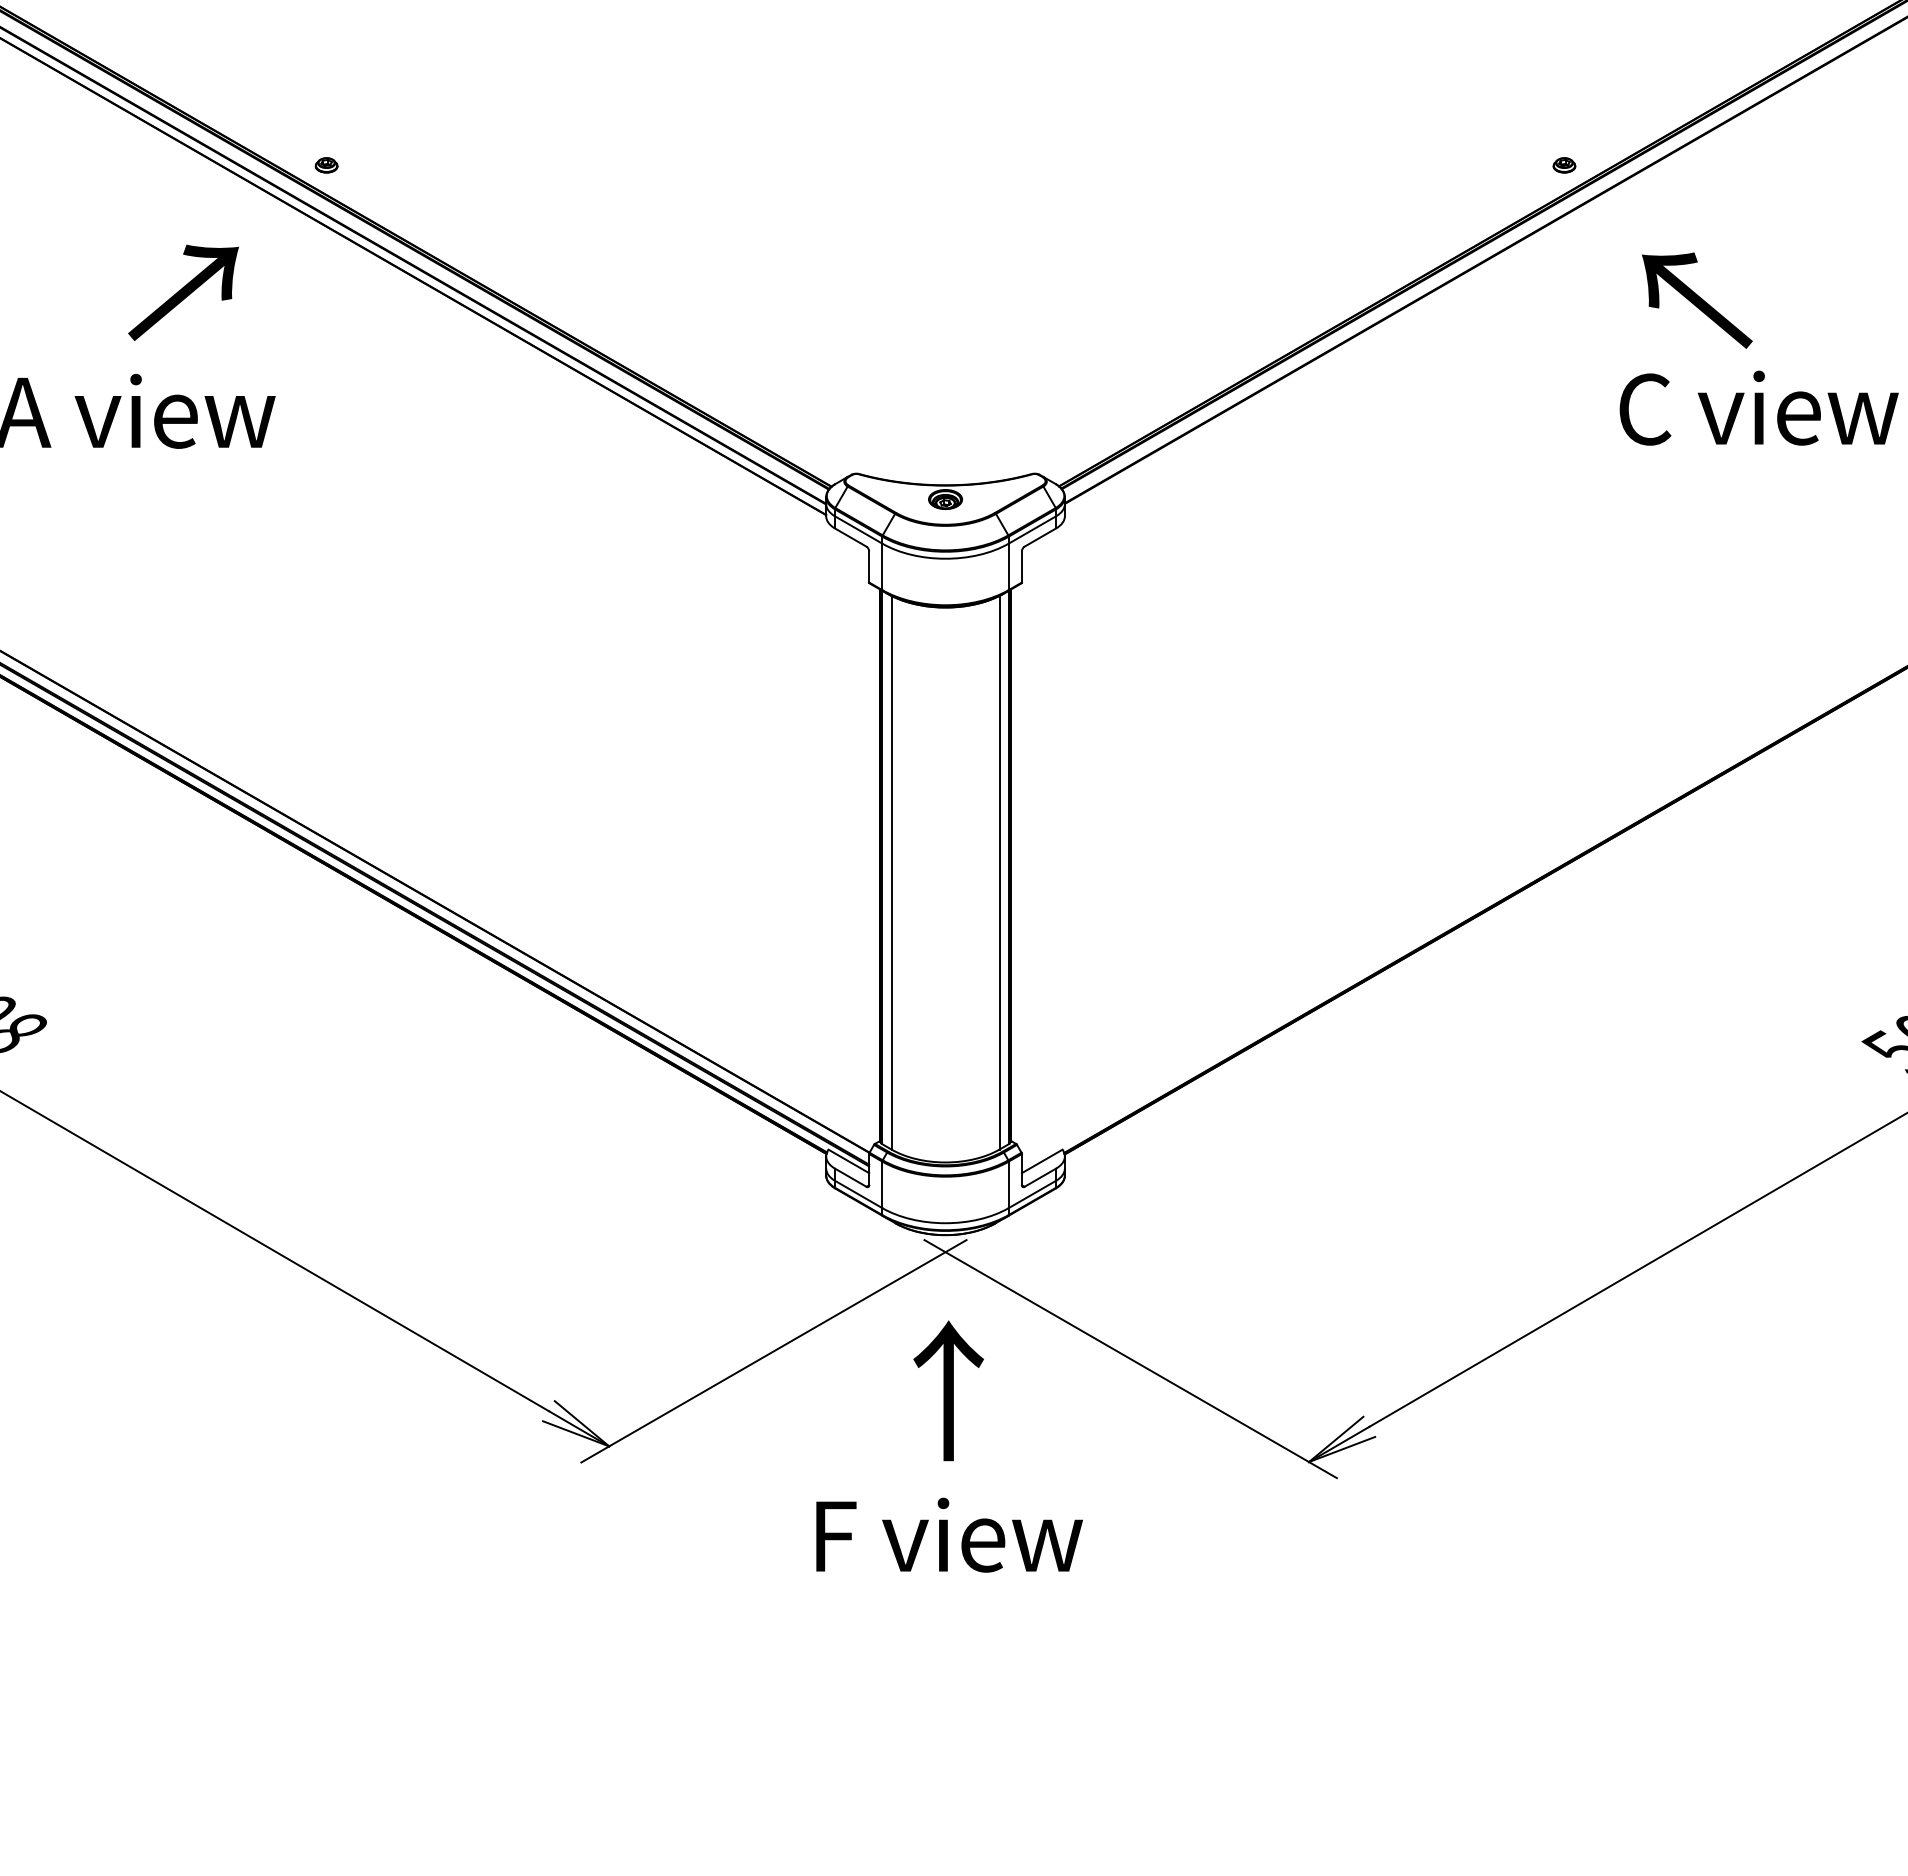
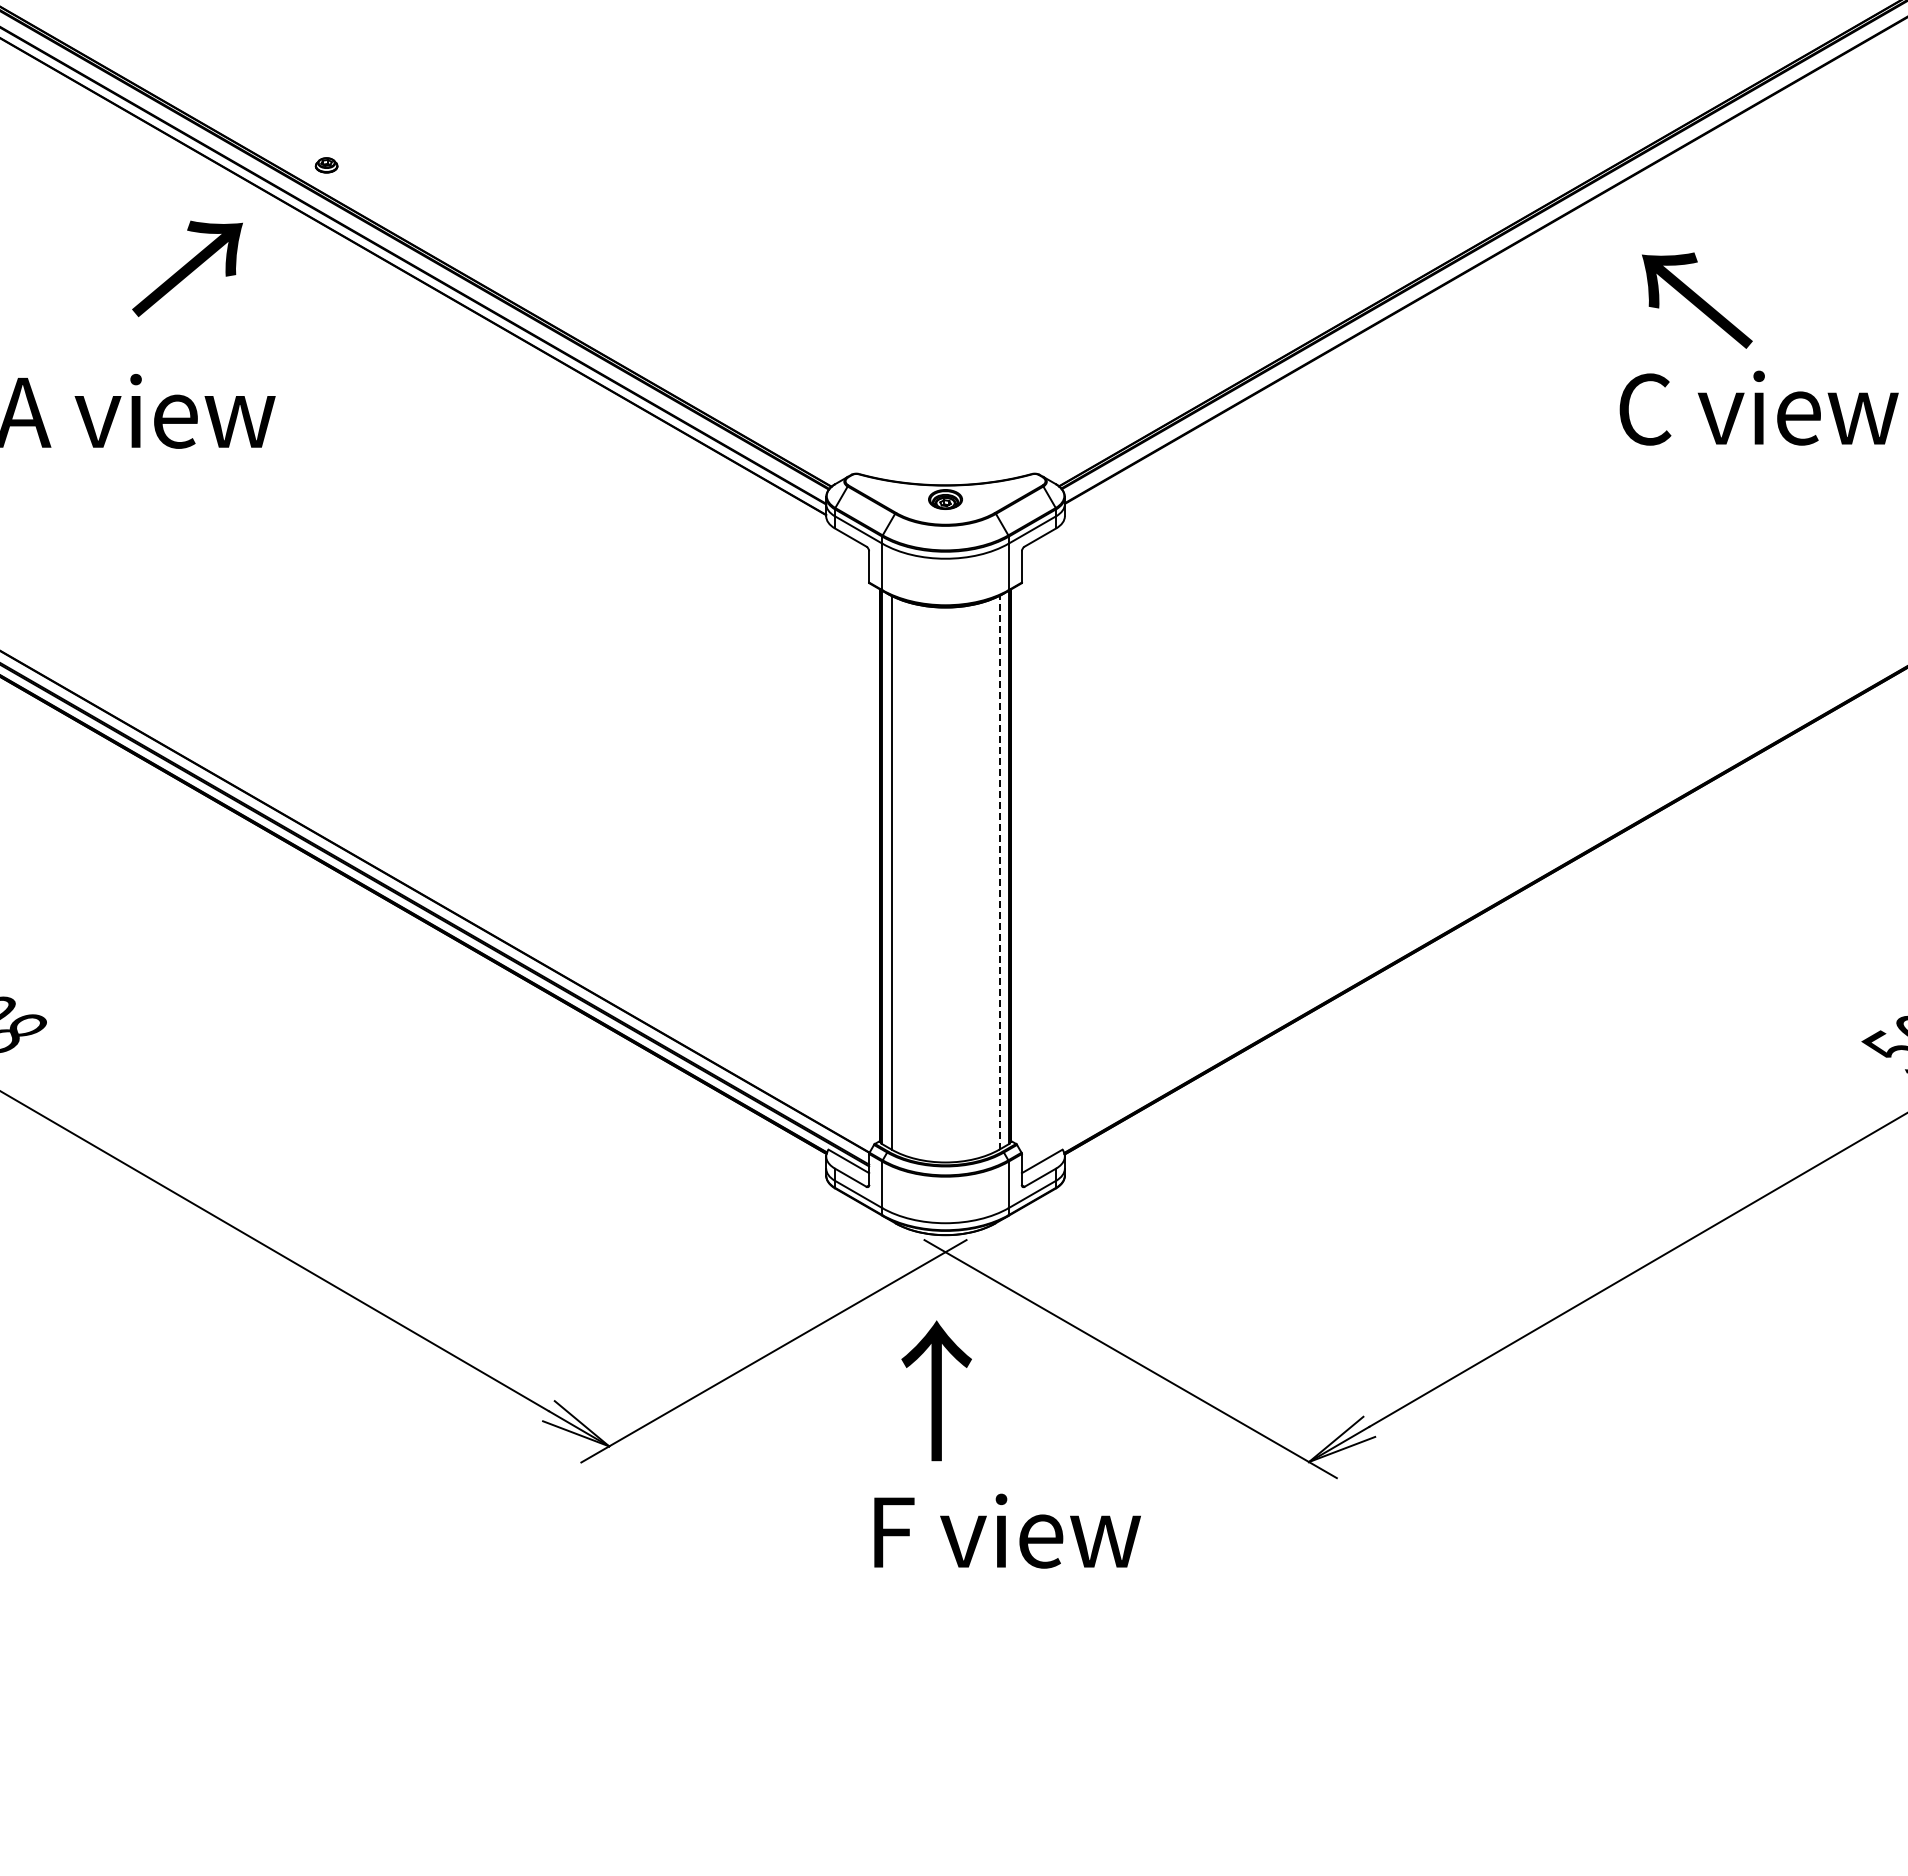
part at (1564, 165): present -> none
text at (183, 292) position: (183, 292) -> (187, 268)
line at (999, 872): solid -> dashed
text at (948, 1390) position: (948, 1390) -> (936, 1390)
text at (949, 1534) position: (949, 1534) -> (1007, 1530)
